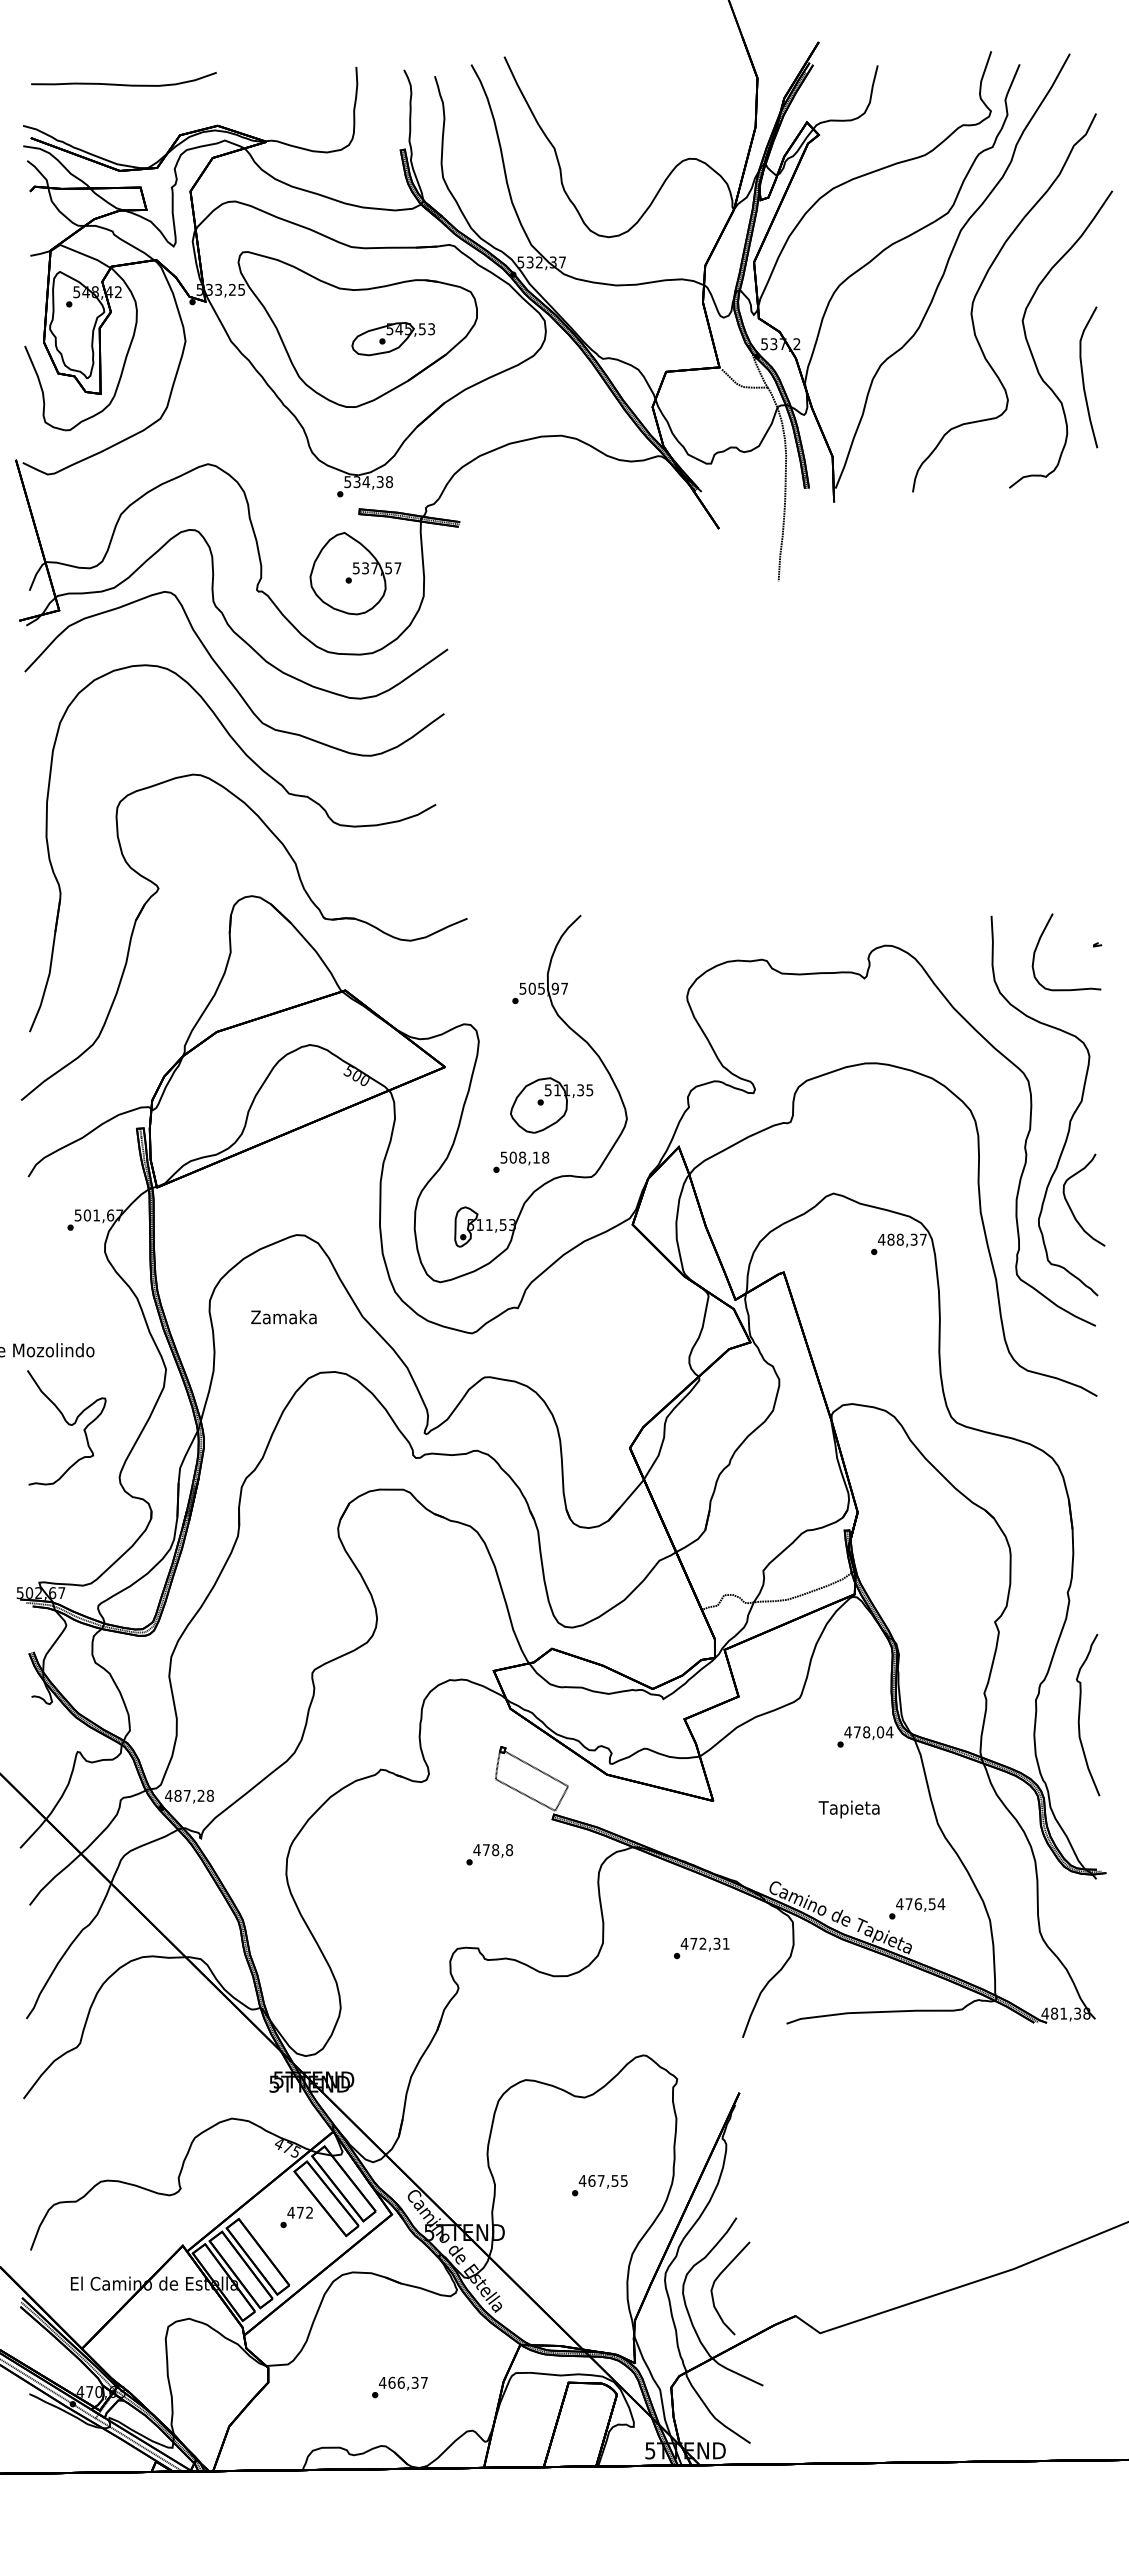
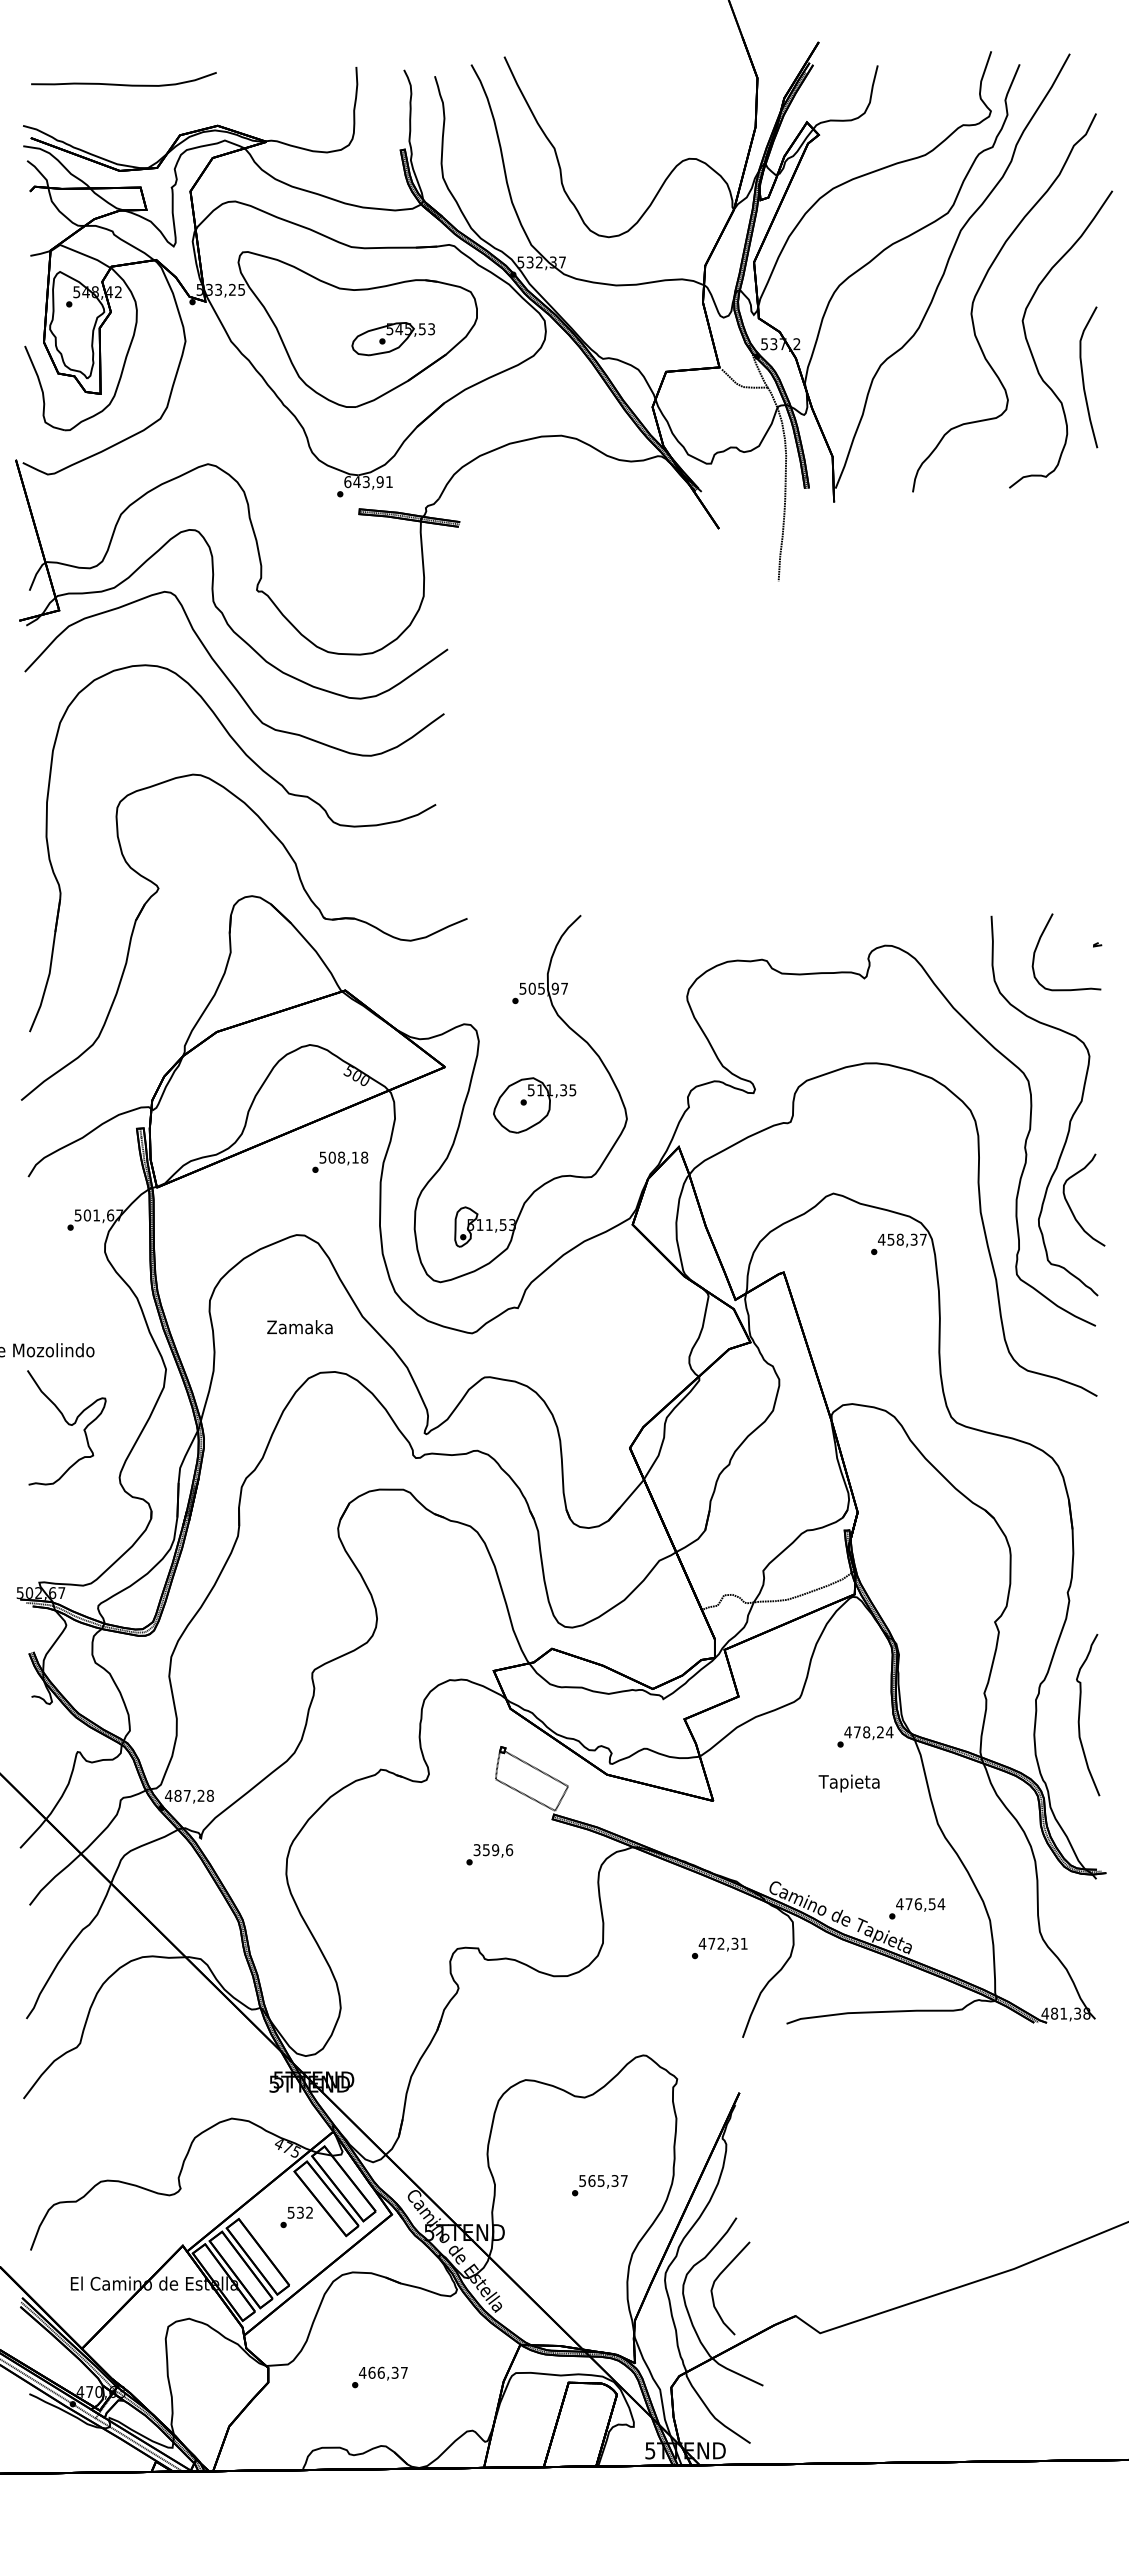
text at (368, 482): 534,38 -> 643,91
part at (355, 573): present -> none
part at (551, 1105) position: (551, 1105) -> (534, 1105)
text at (521, 1161) position: (521, 1161) -> (340, 1161)
text at (890, 1239): 488,37 -> 458,37
text at (283, 1317) position: (283, 1317) -> (299, 1327)
text at (880, 1732): 478,04 -> 478,24
text at (848, 1809) position: (848, 1809) -> (848, 1783)
text at (493, 1850): 478,8 -> 359,6
text at (701, 1948) position: (701, 1948) -> (719, 1948)
text at (602, 2181): 467,55 -> 565,37
text at (295, 2212): 472 -> 532
text at (399, 2387) position: (399, 2387) -> (379, 2377)
